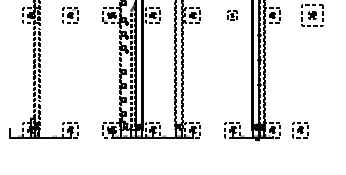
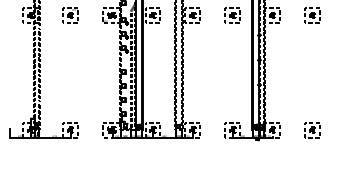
part at (232, 15) size: 11x11 px -> 17x17 px
part at (312, 15) size: 23x23 px -> 17x17 px
part at (300, 130) position: (300, 130) -> (312, 130)
